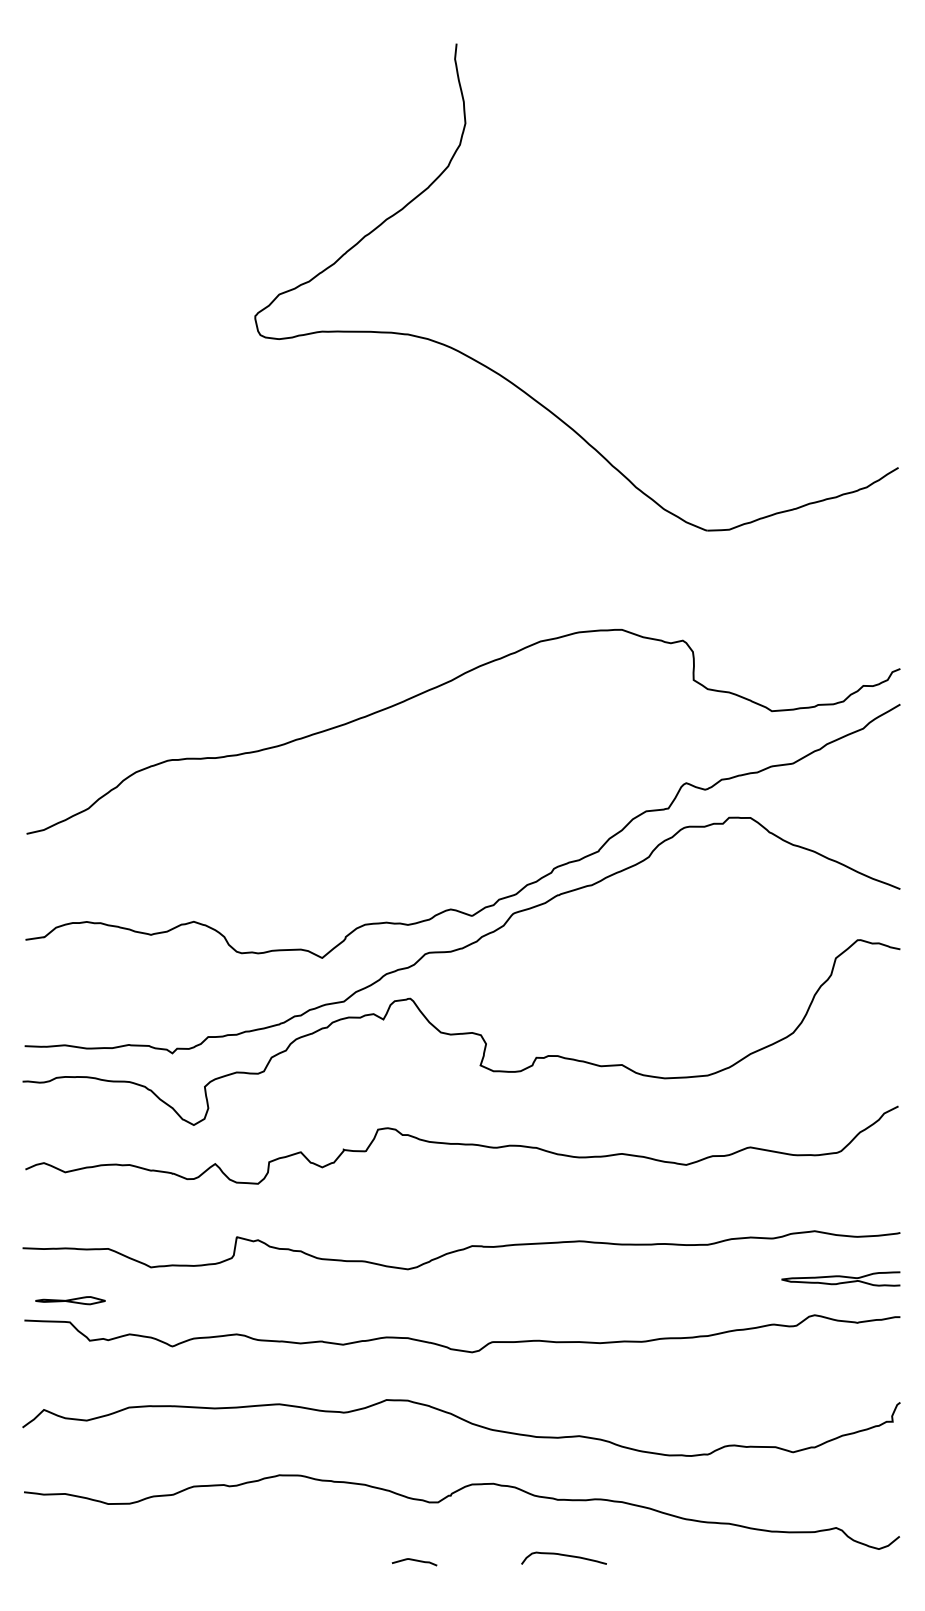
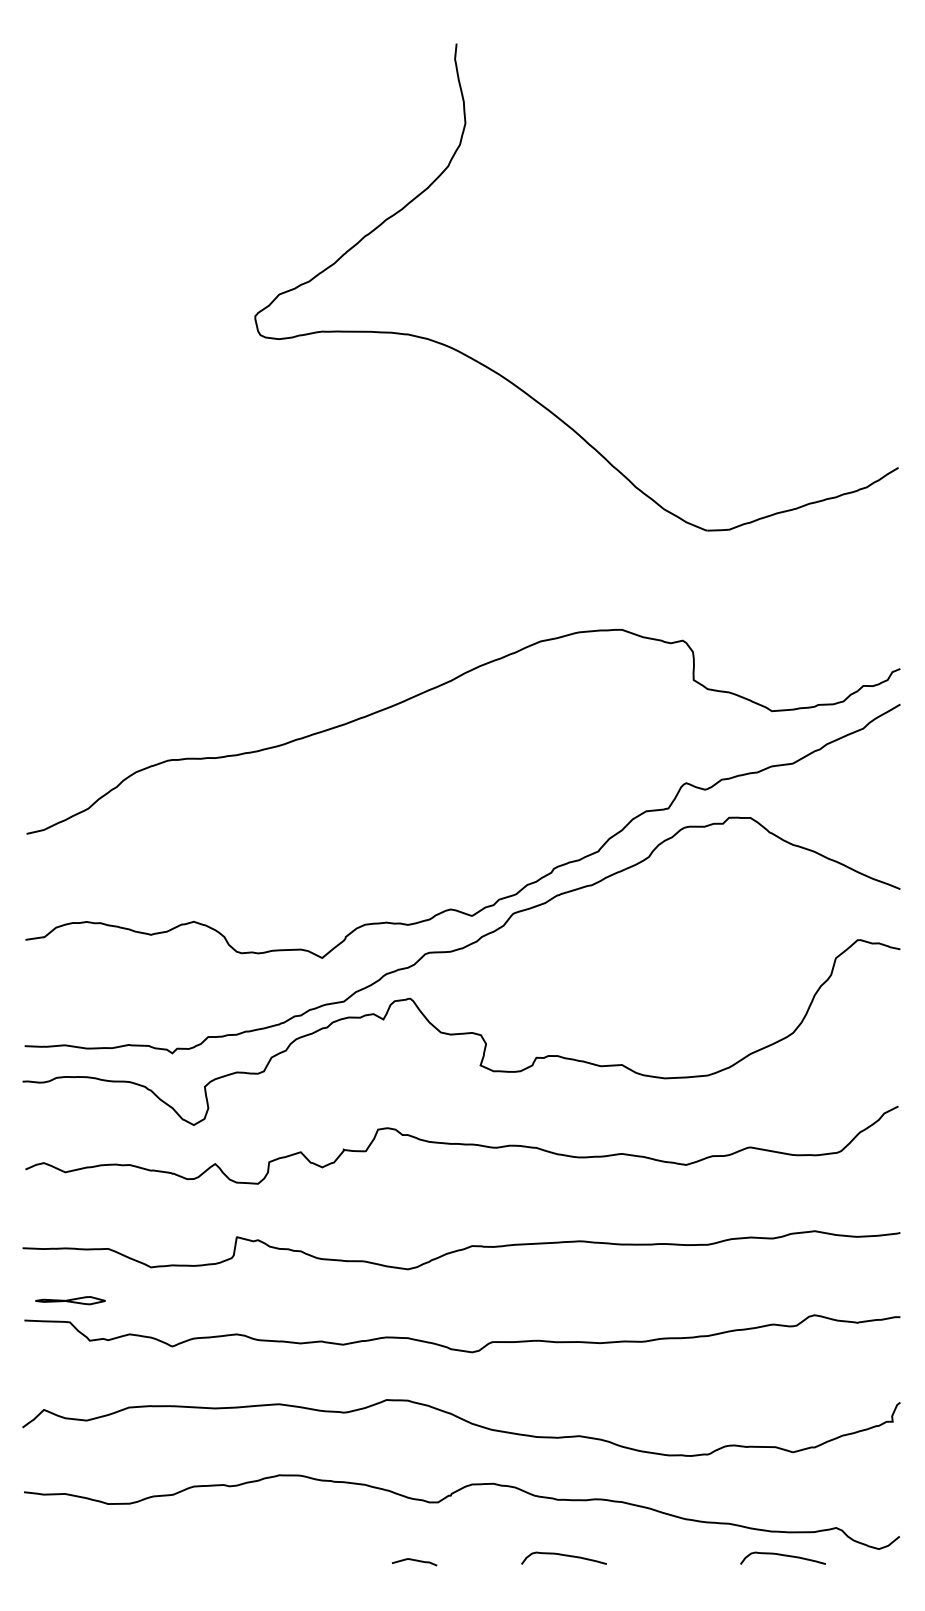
curve at (840, 1277): present -> none
curve at (783, 1556): none -> present
